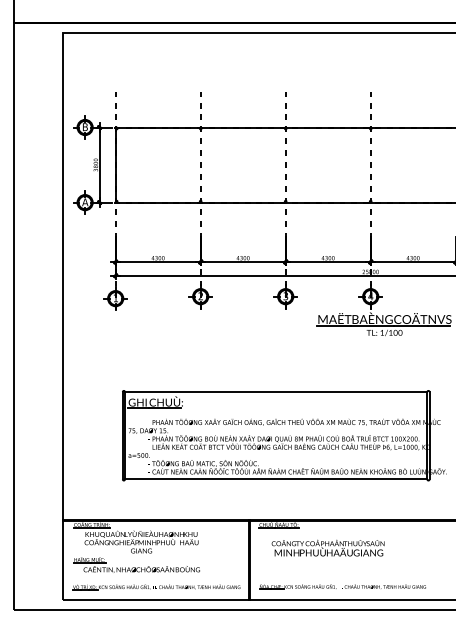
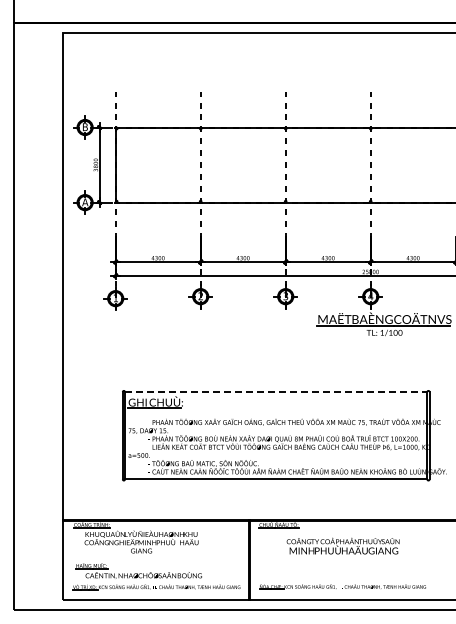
line at (276, 392): solid -> dashed
text at (327, 547) position: (327, 547) -> (342, 545)
part at (136, 564) position: (136, 564) -> (138, 570)
